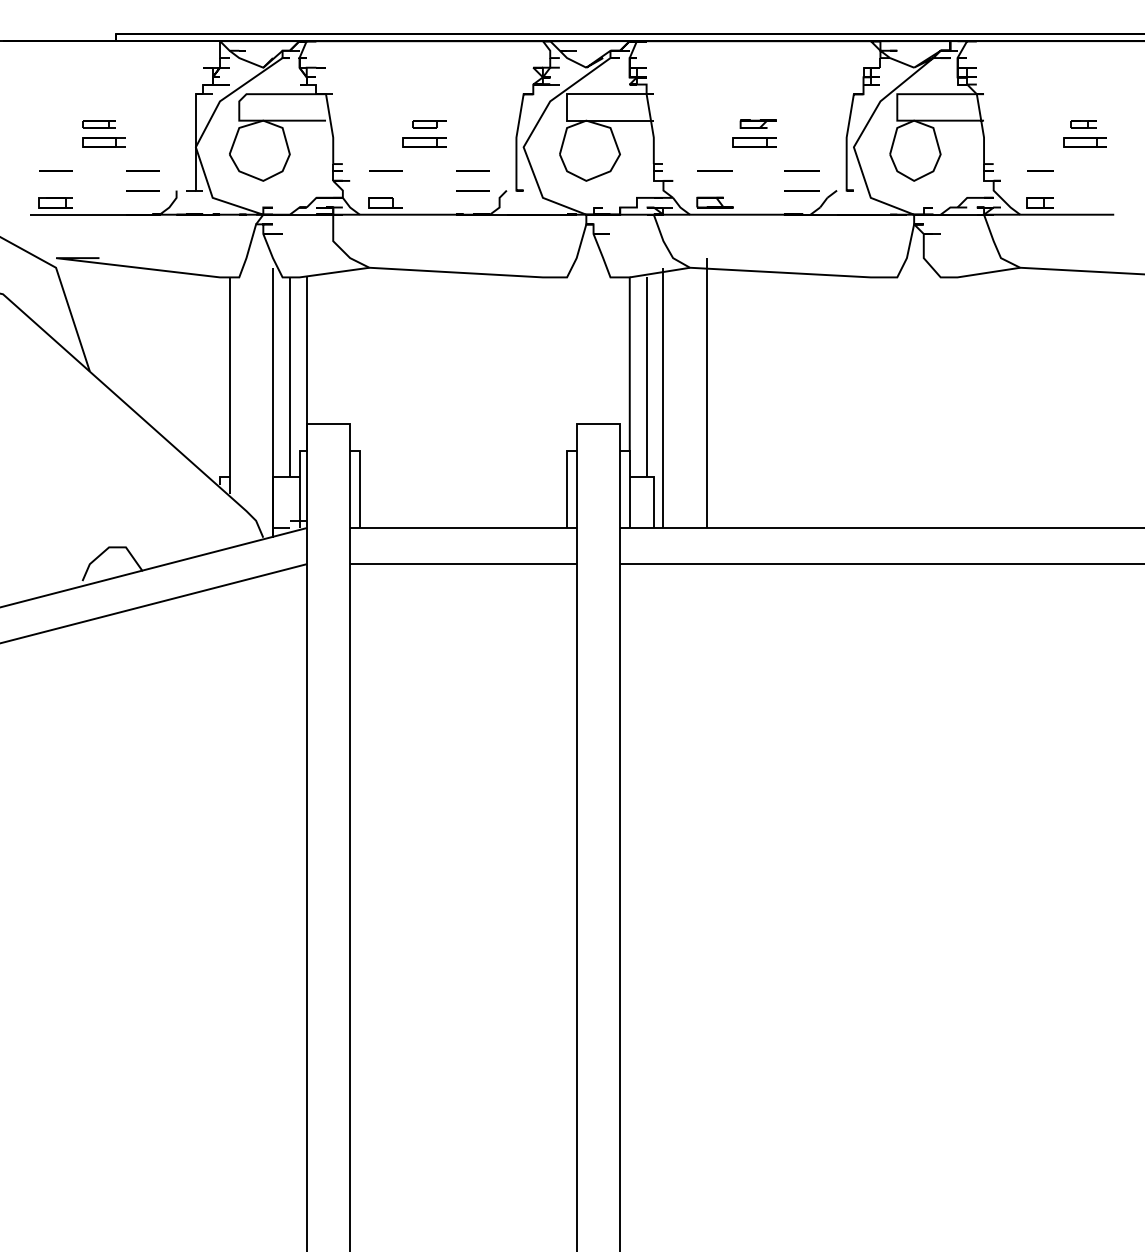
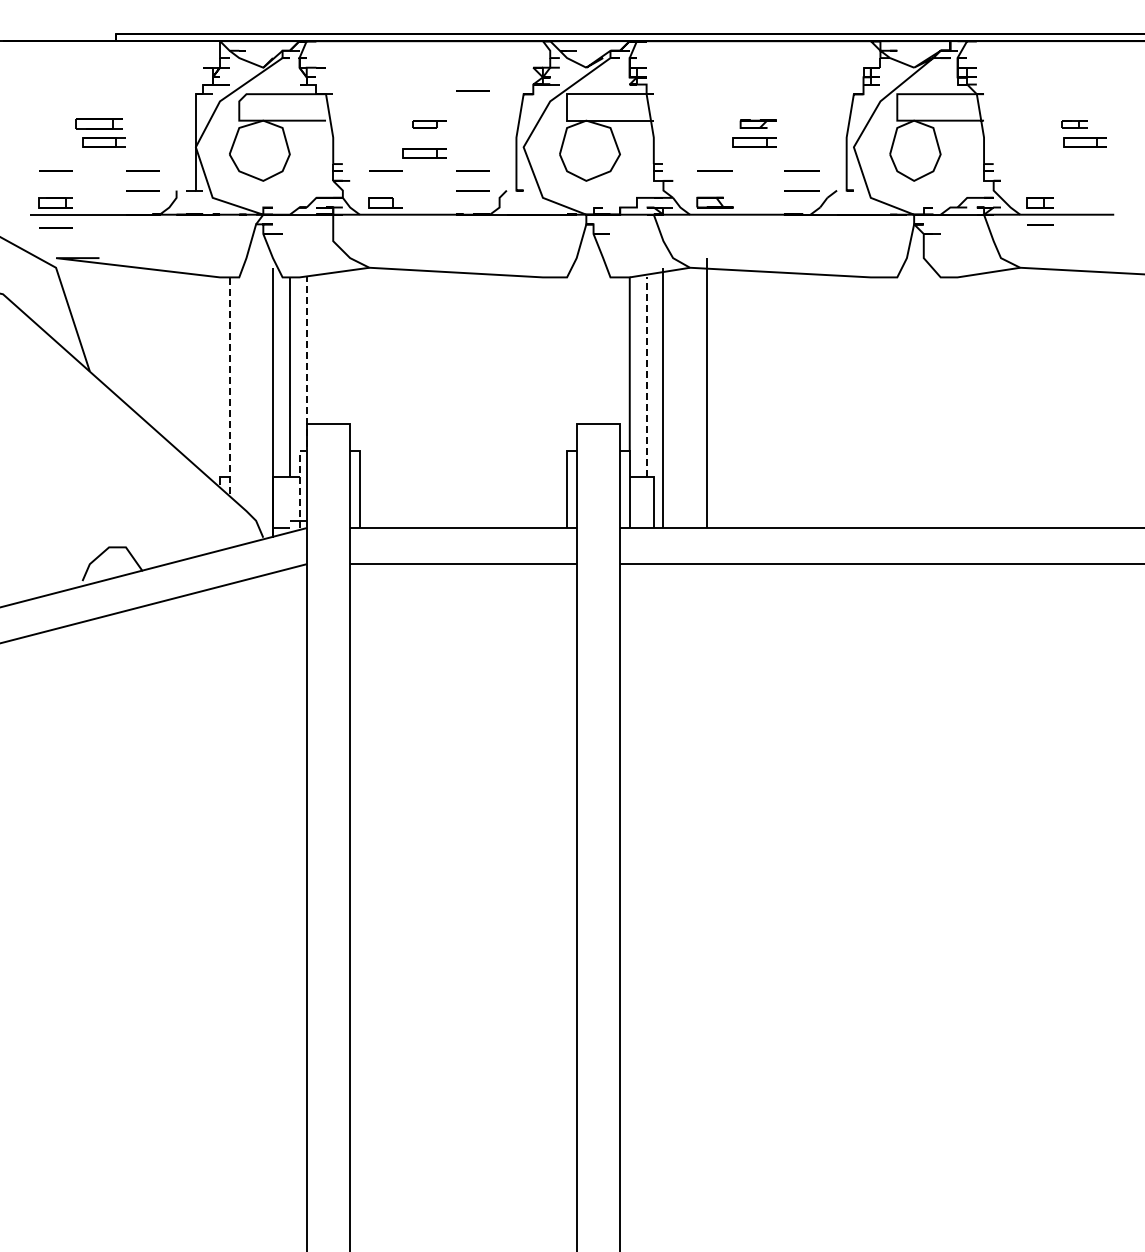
line at (472, 90): none -> present
part at (98, 124) size: 34x9 px -> 48x12 px
part at (1083, 124) position: (1083, 124) -> (1074, 124)
part at (424, 142) position: (424, 142) -> (424, 153)
line at (1040, 170) position: (1040, 170) -> (1040, 224)
line at (55, 227): none -> present
line at (646, 376): solid -> dashed
line at (229, 385): solid -> dashed
line at (306, 408): solid -> dashed
